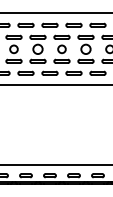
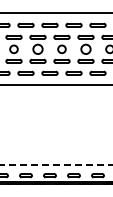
line at (56, 165): solid -> dashed
